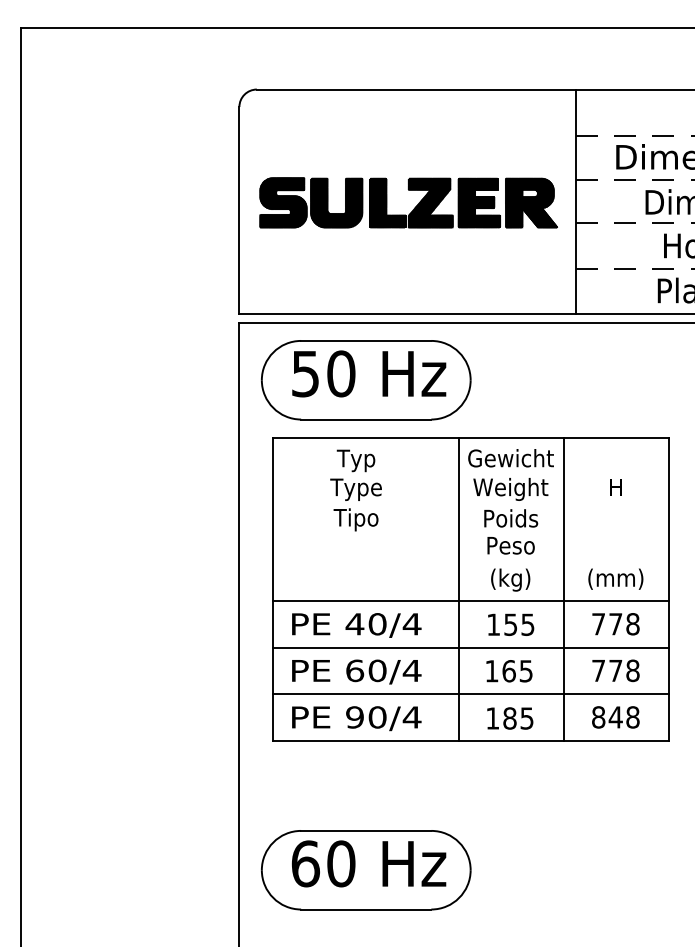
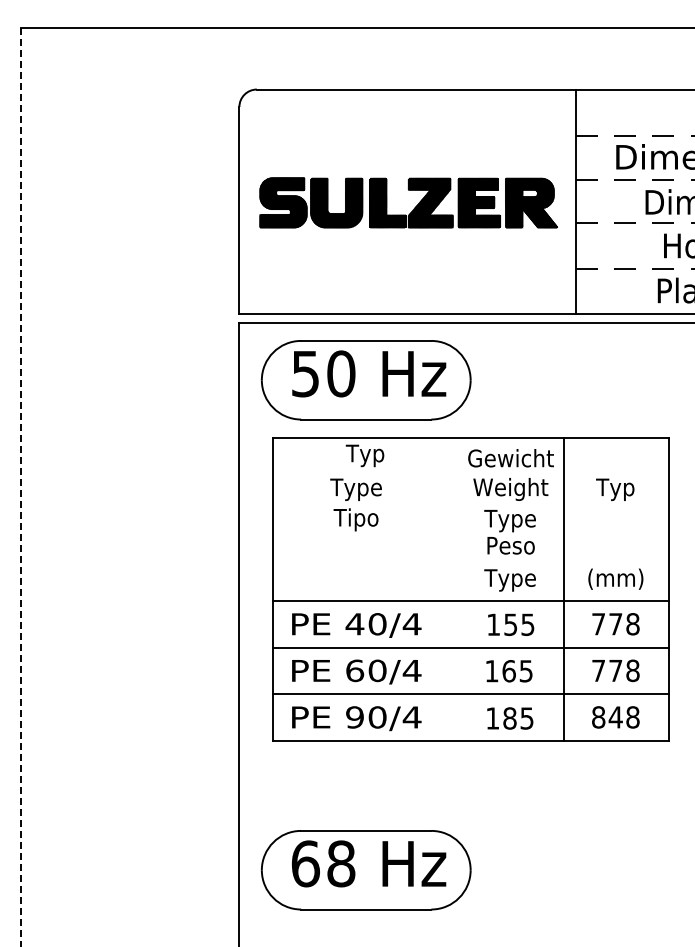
text at (355, 460) position: (355, 460) -> (364, 455)
line at (21, 487): solid -> dashed
text at (615, 489): H -> Typ
text at (511, 520): Poids -> Type
text at (509, 579): (kg) -> Type
line at (458, 588): present -> none
text at (341, 863): 60 -> 68
